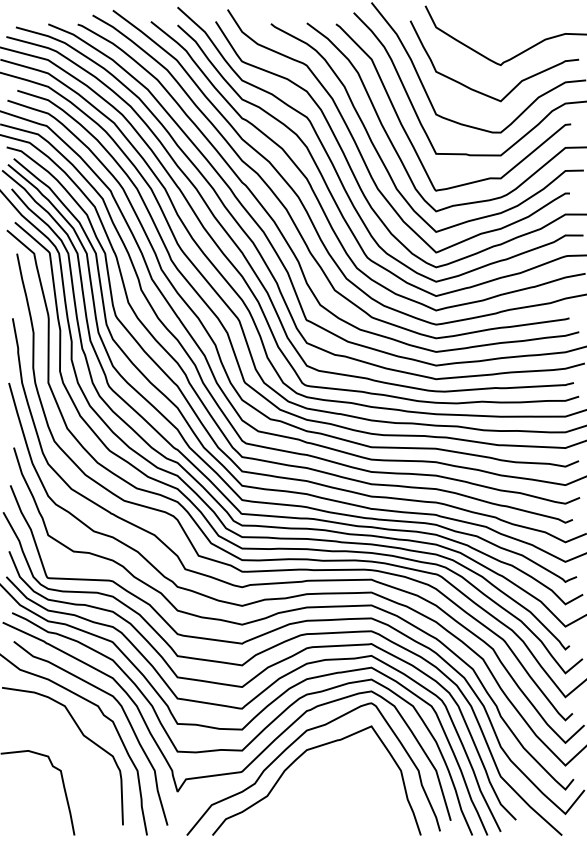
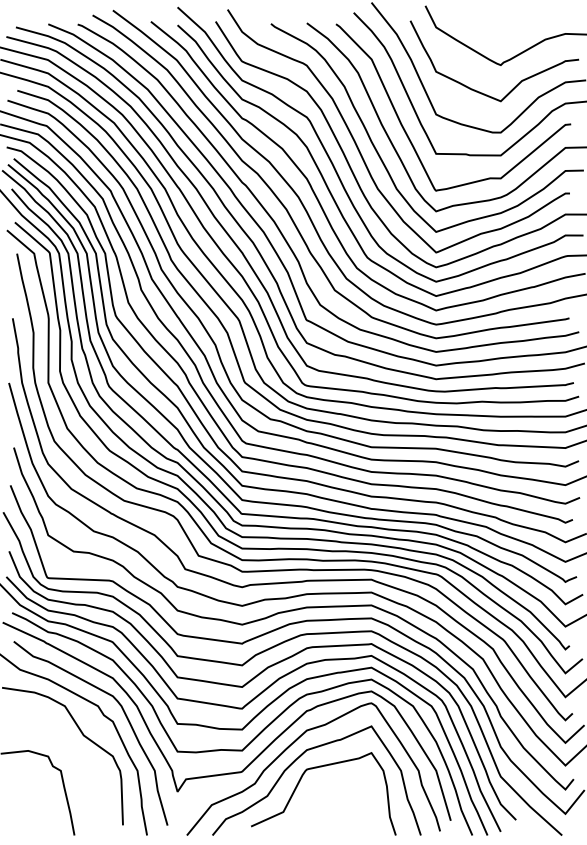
curve at (317, 768): none -> present
